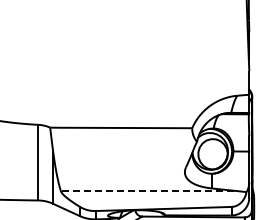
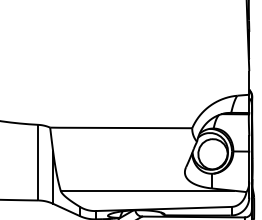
line at (147, 190): dashed -> solid
